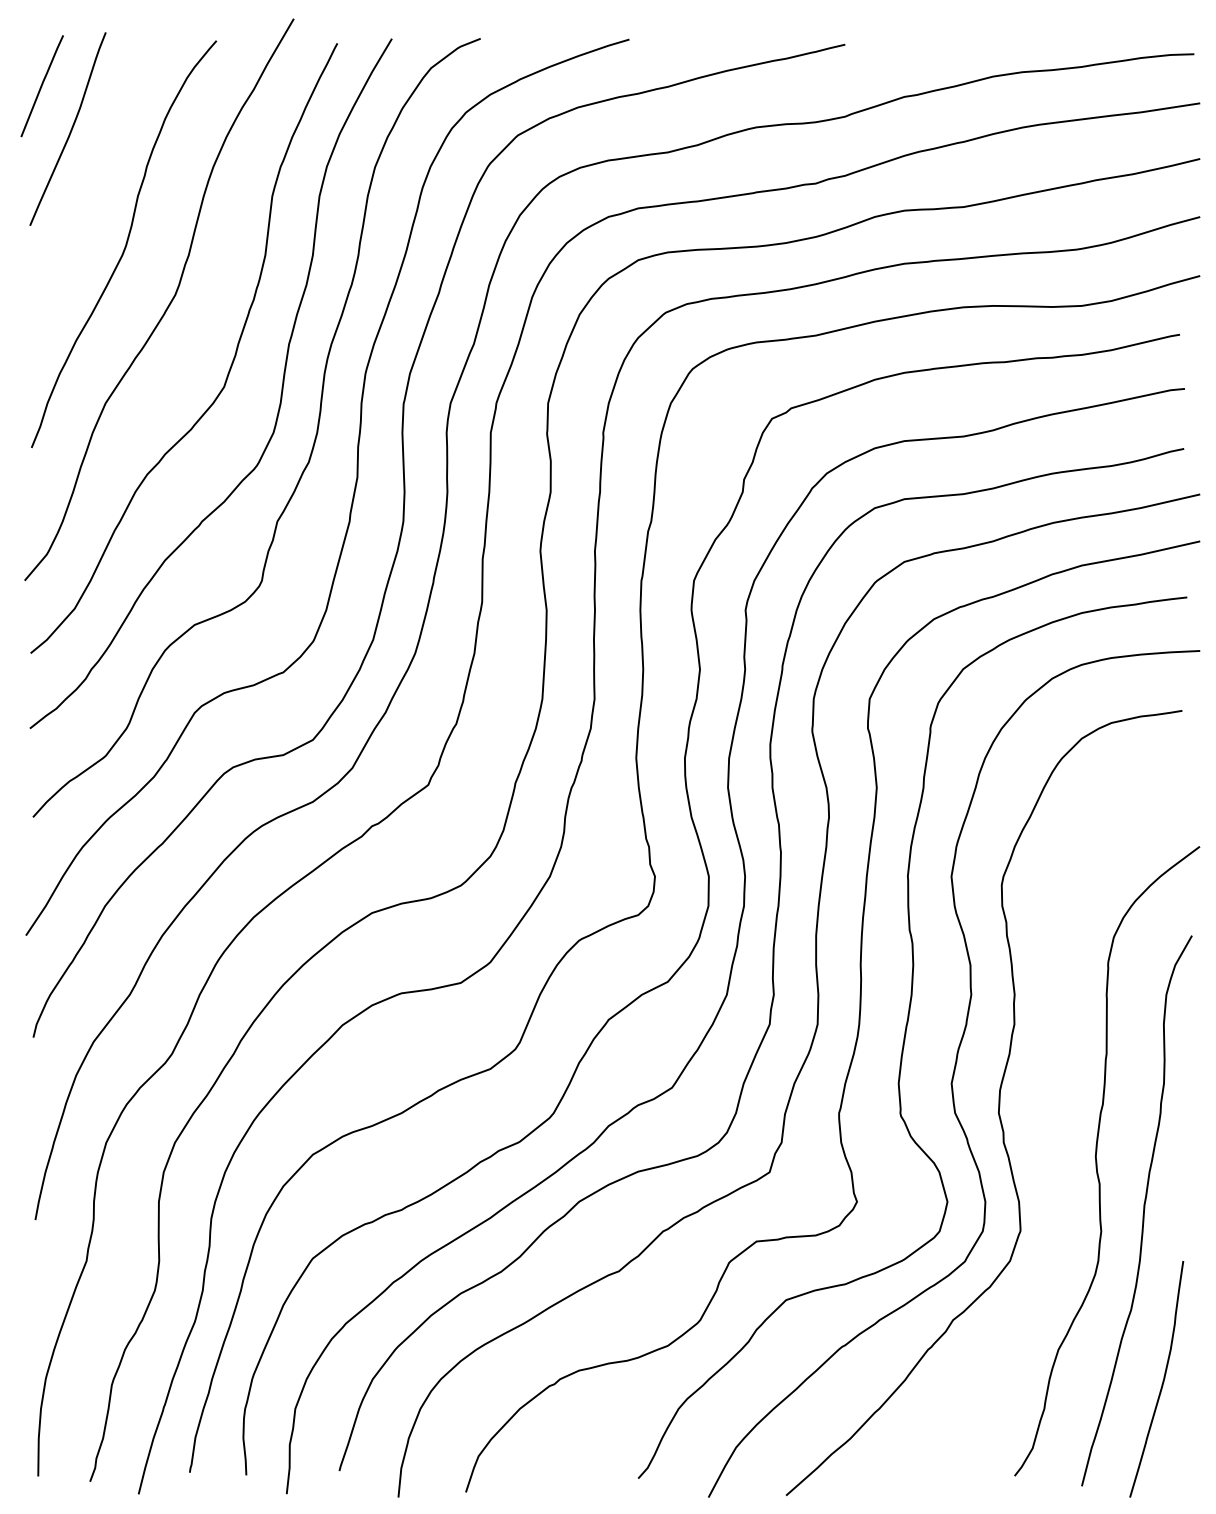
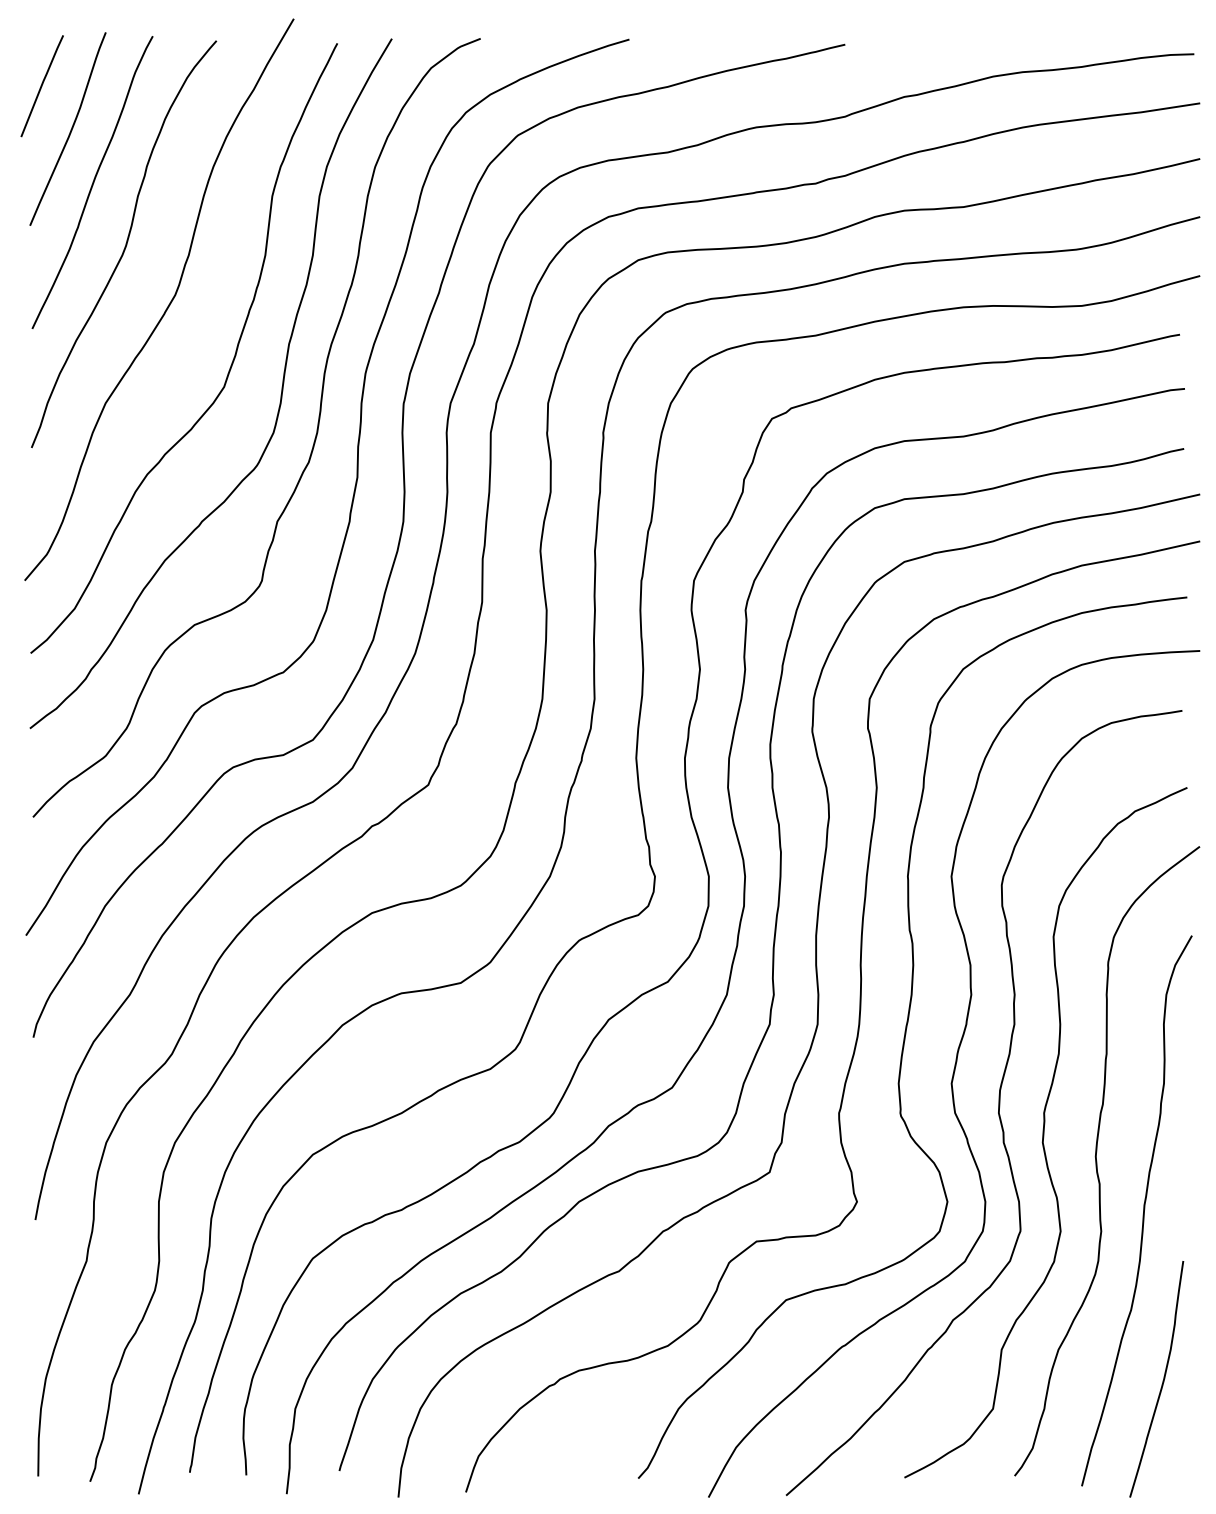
curve at (92, 182): none -> present
curve at (1044, 1132): none -> present
